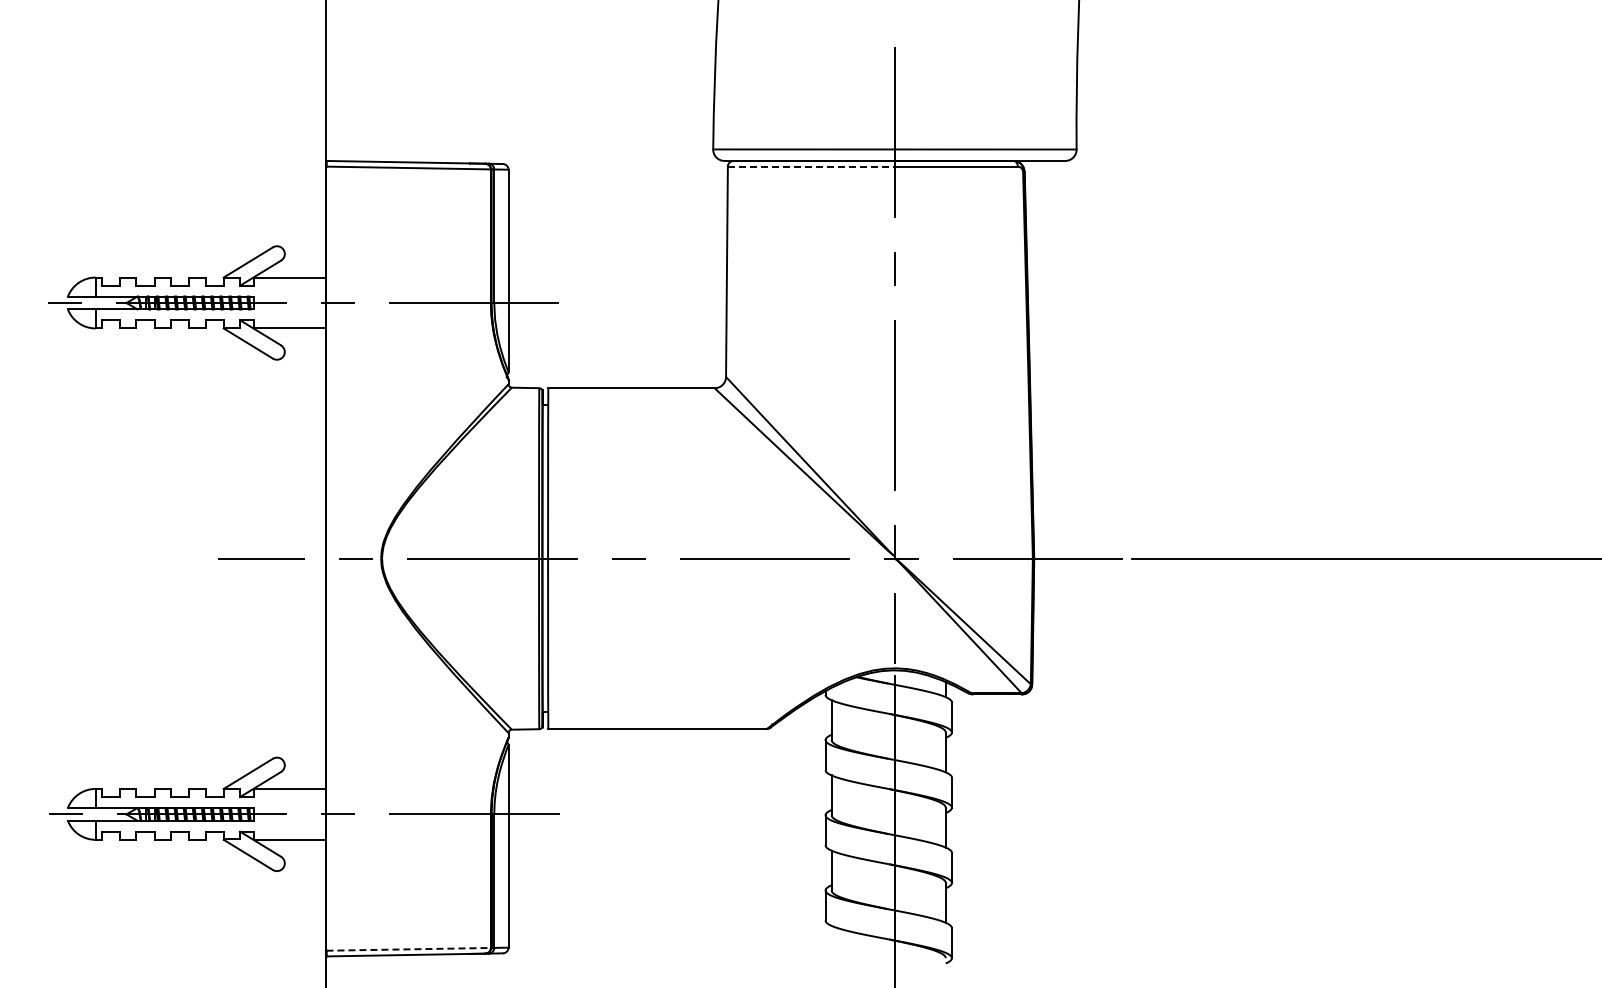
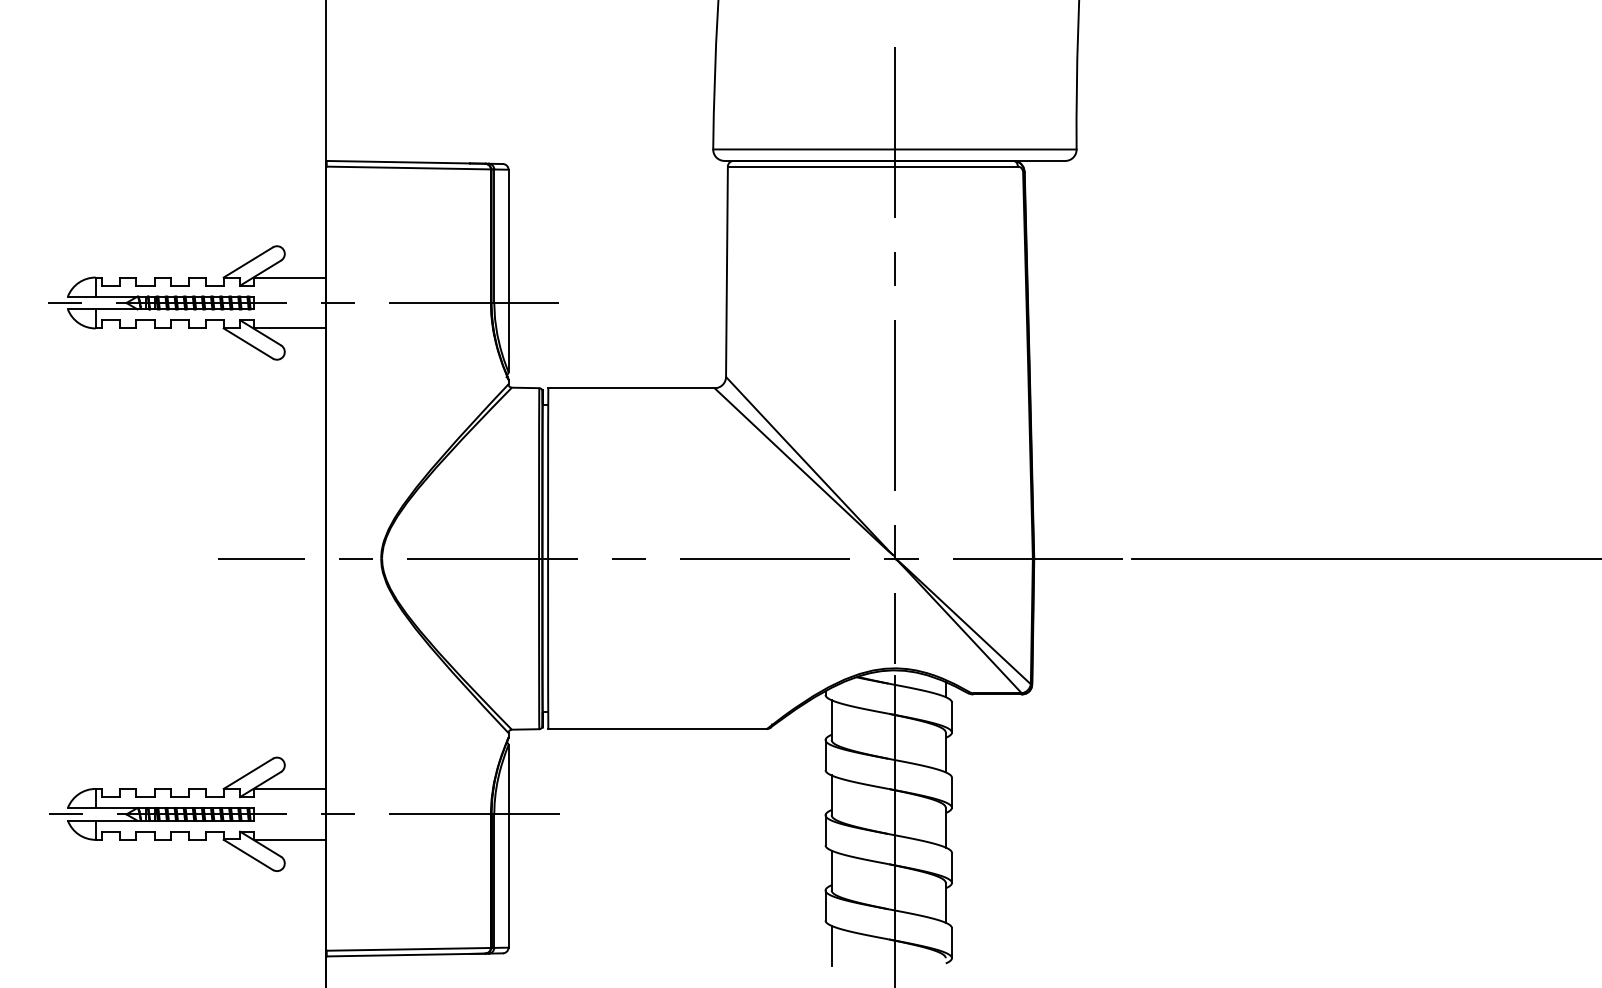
line at (811, 166): dashed -> solid
line at (831, 945): none -> present
line at (409, 949): dashed -> solid
